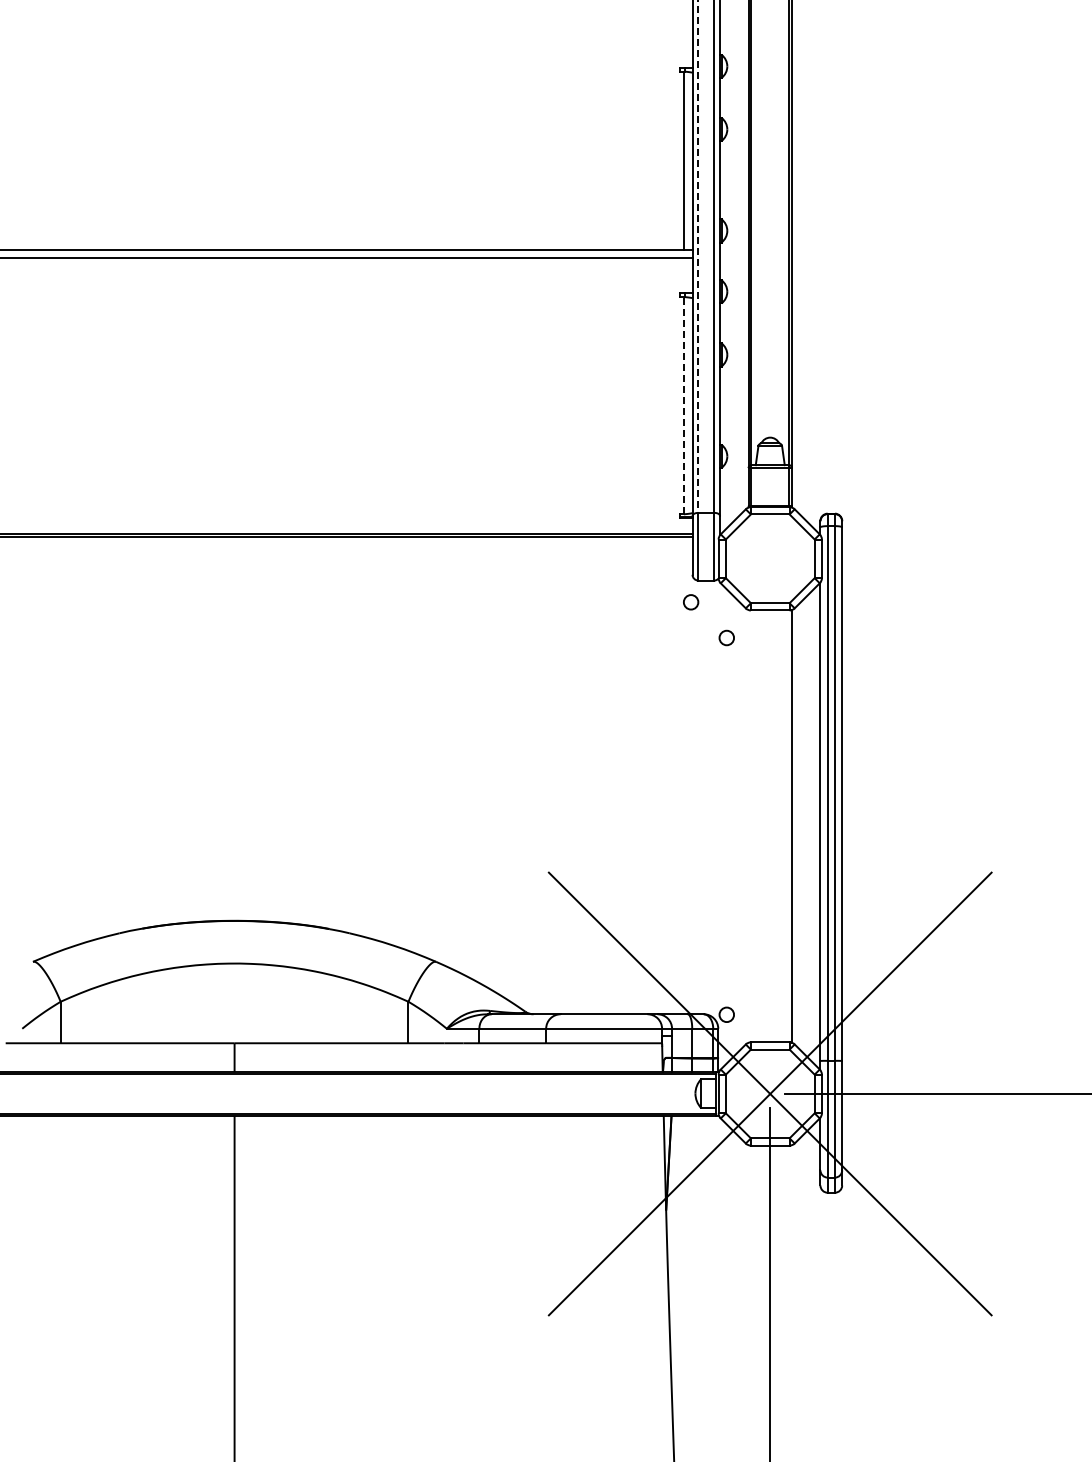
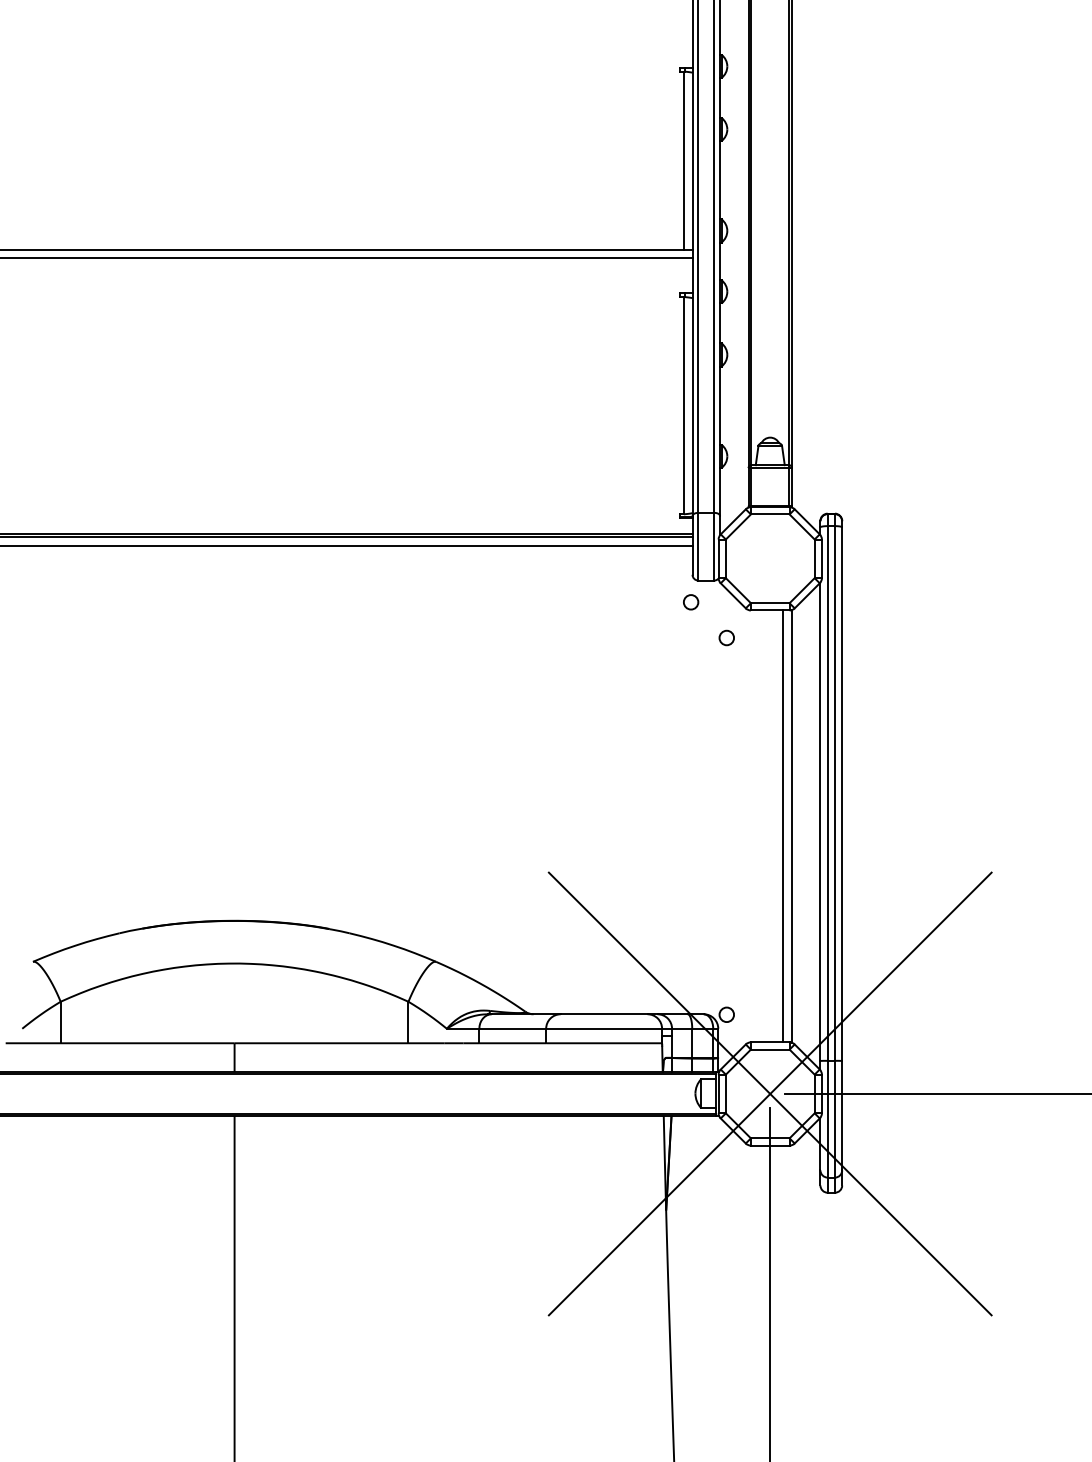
line at (698, 256): dashed -> solid
line at (683, 405): dashed -> solid
line at (347, 545): none -> present
line at (783, 826): none -> present
